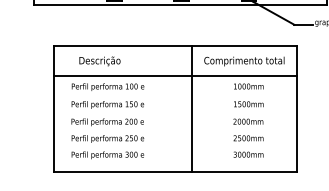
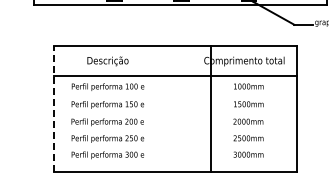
text at (99, 61) position: (99, 61) -> (107, 61)
line at (53, 108): solid -> dashed
line at (191, 108) position: (191, 108) -> (210, 108)
